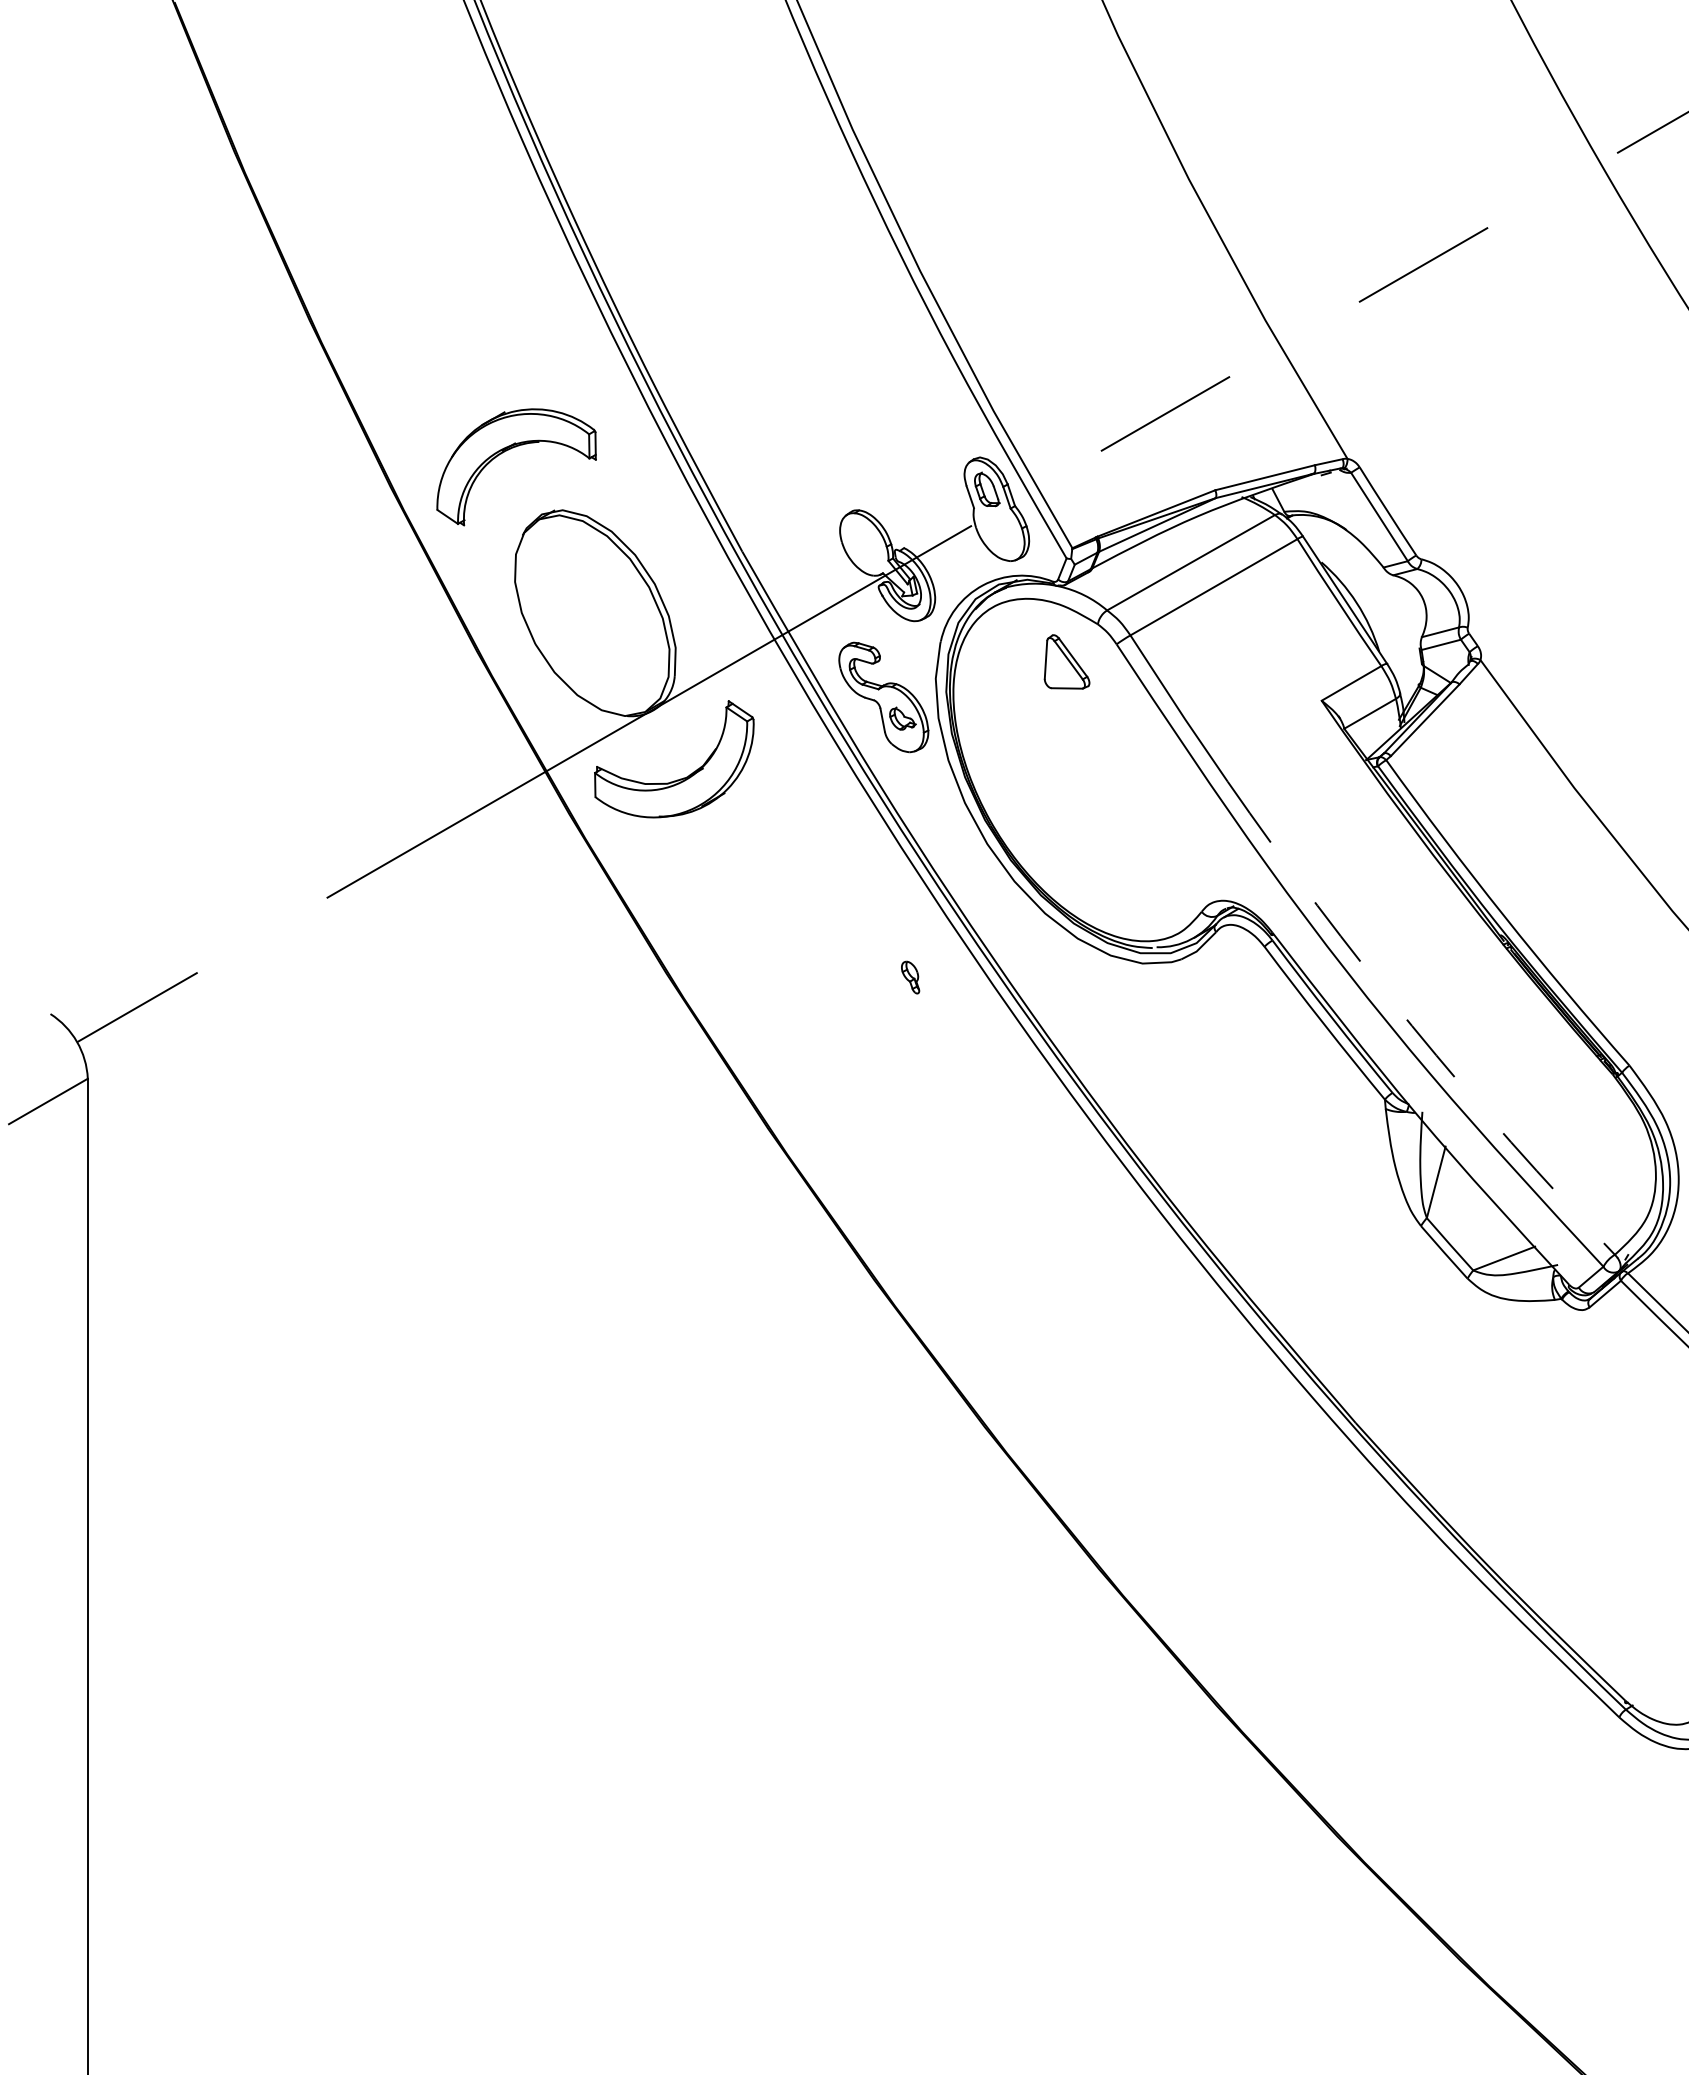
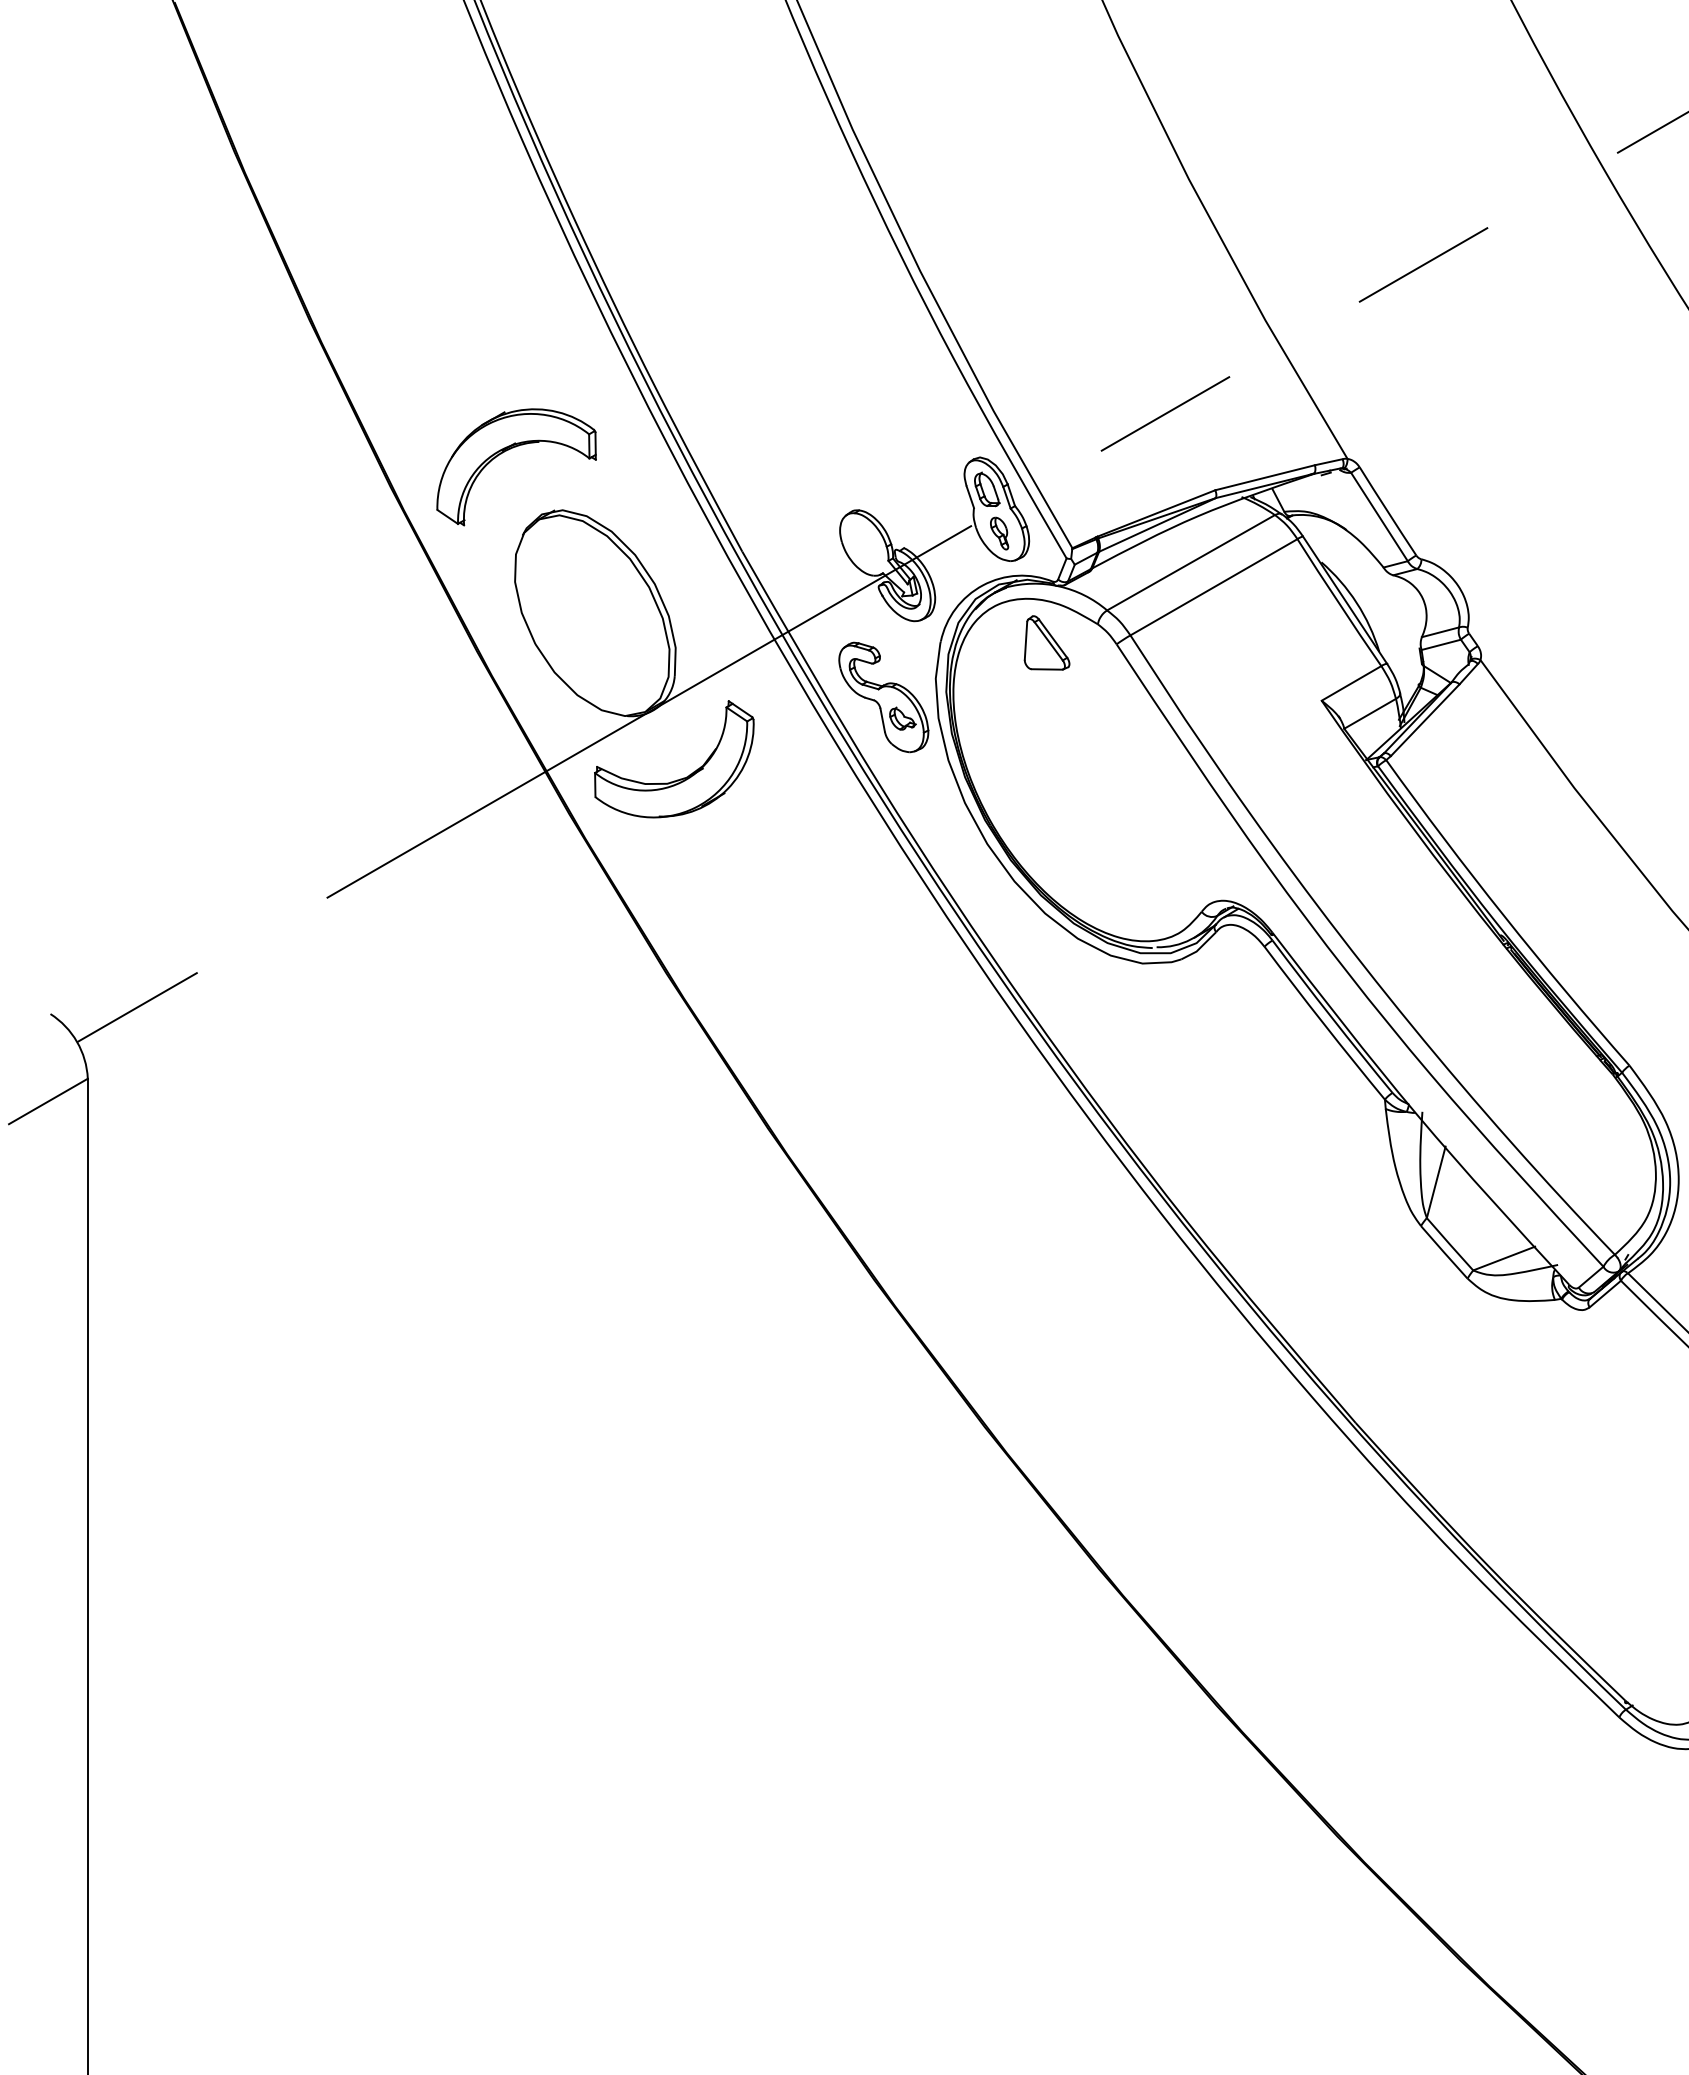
part at (1066, 661) position: (1066, 661) -> (1046, 642)
part at (910, 977) position: (910, 977) -> (999, 533)
arc at (1411, 1025): dashed -> solid
